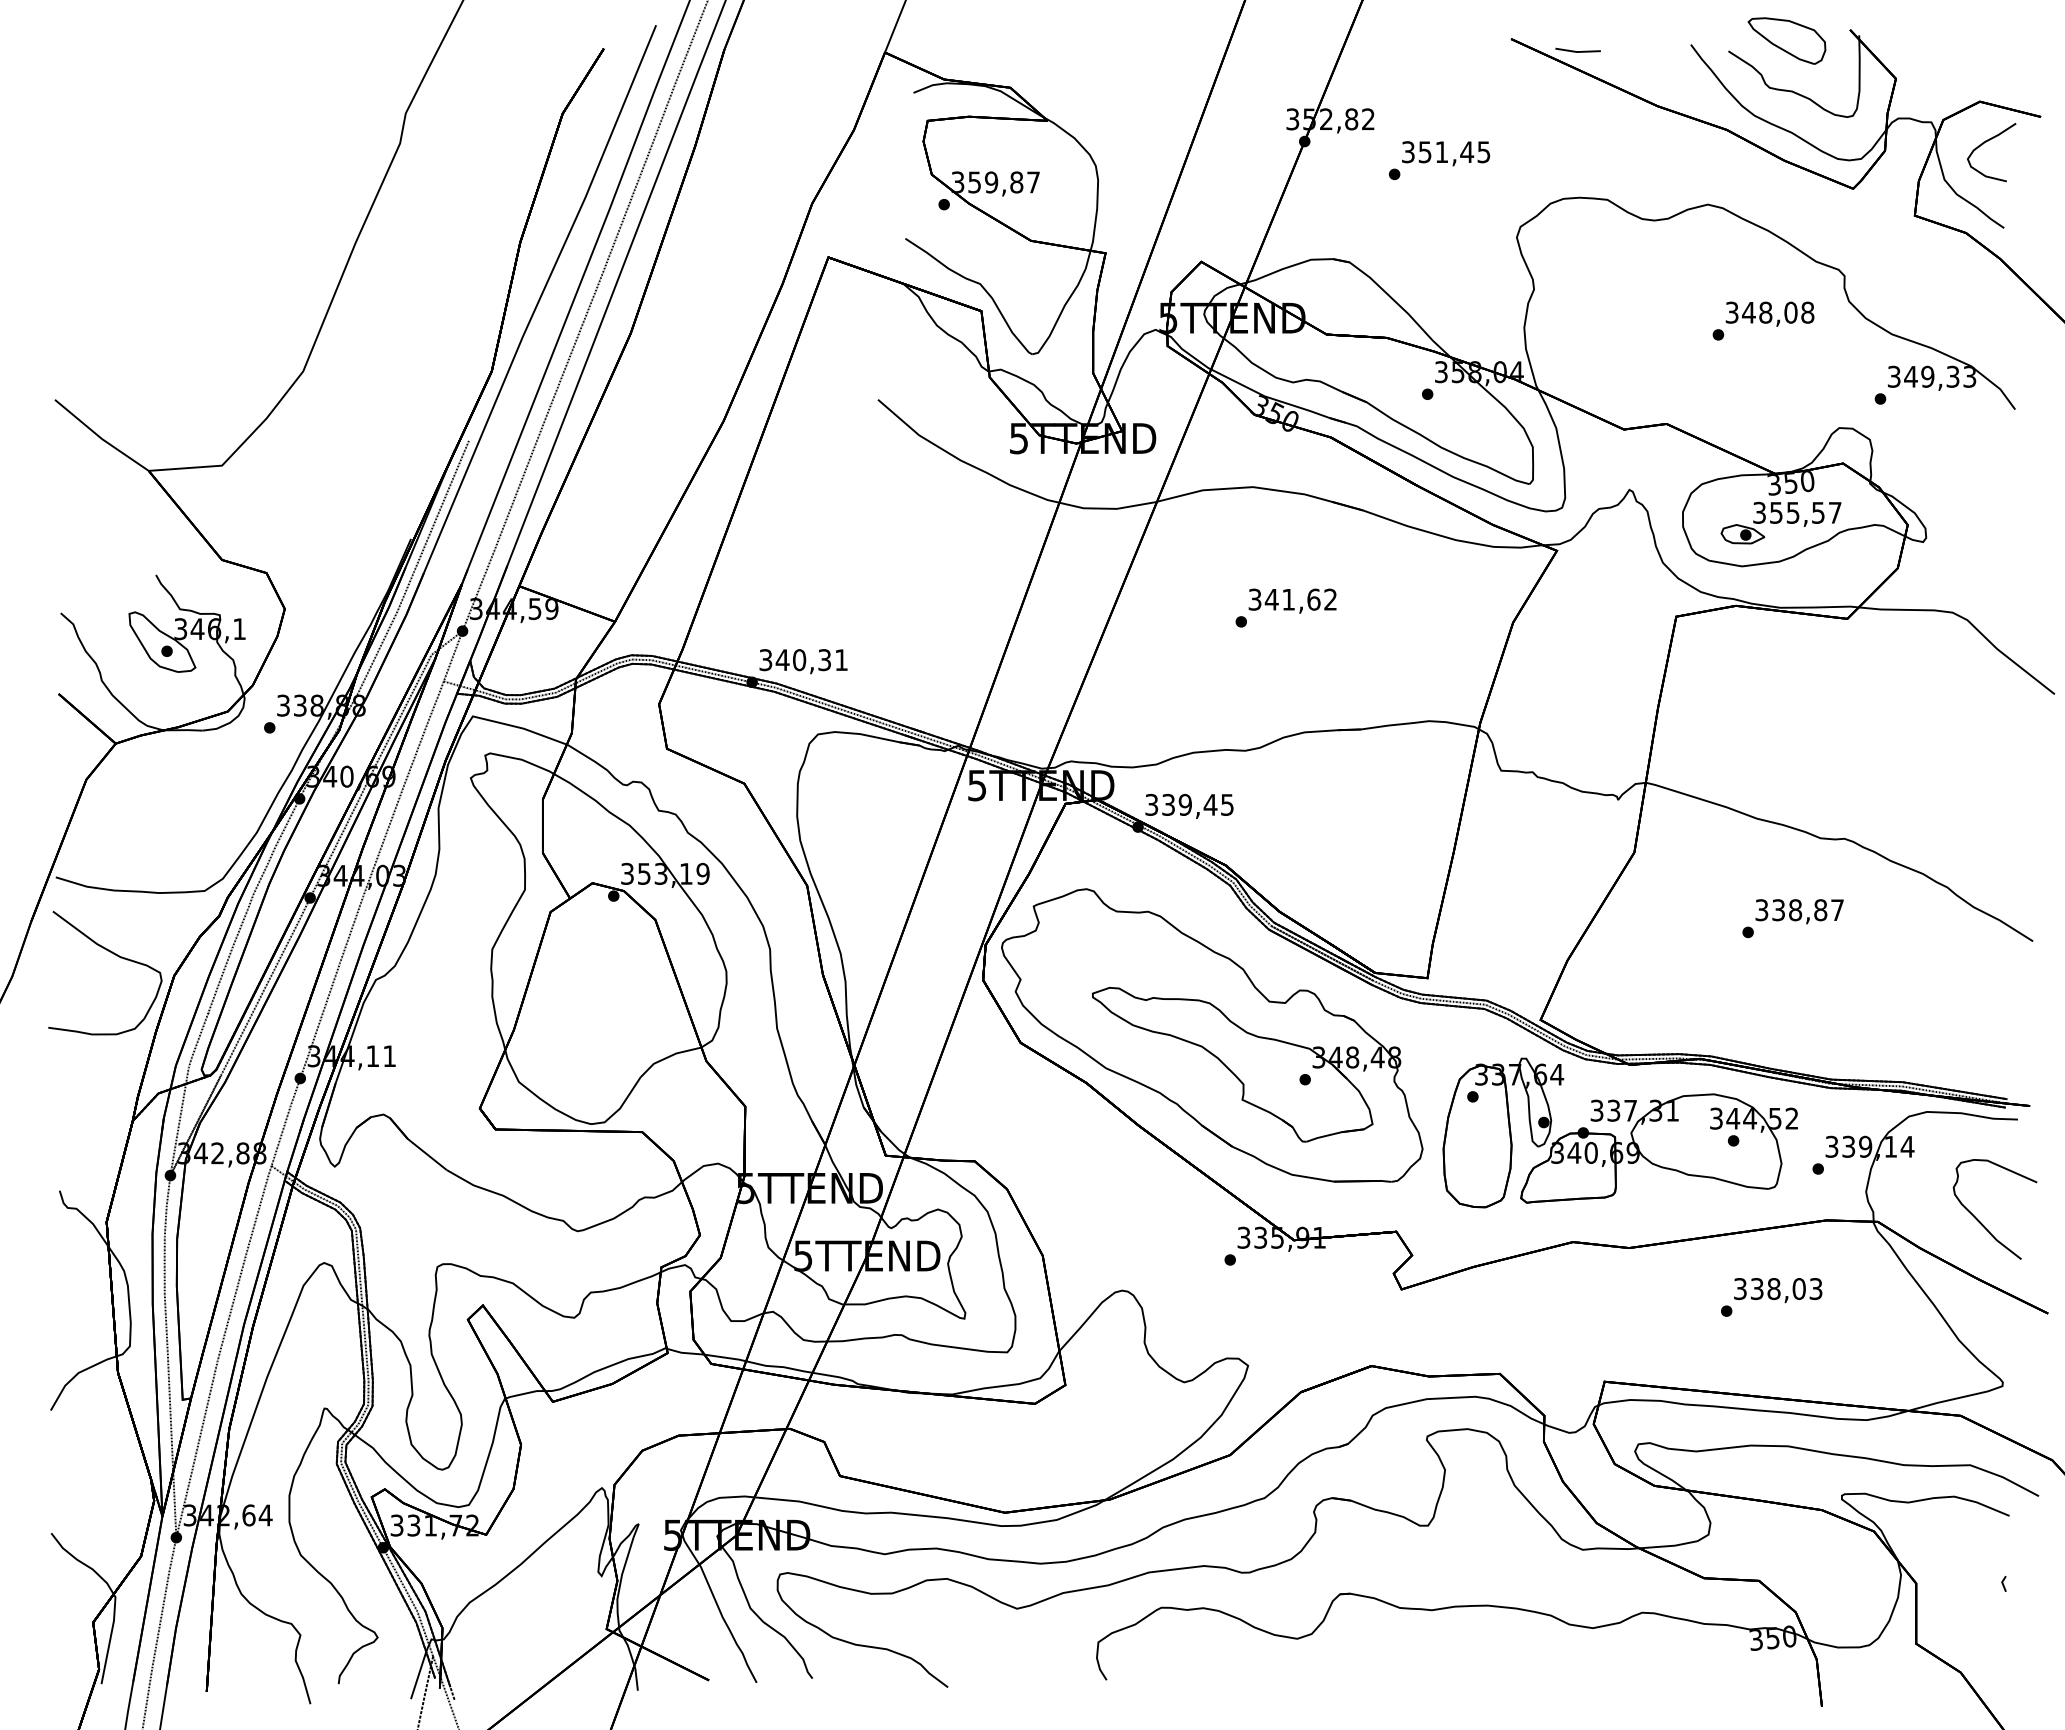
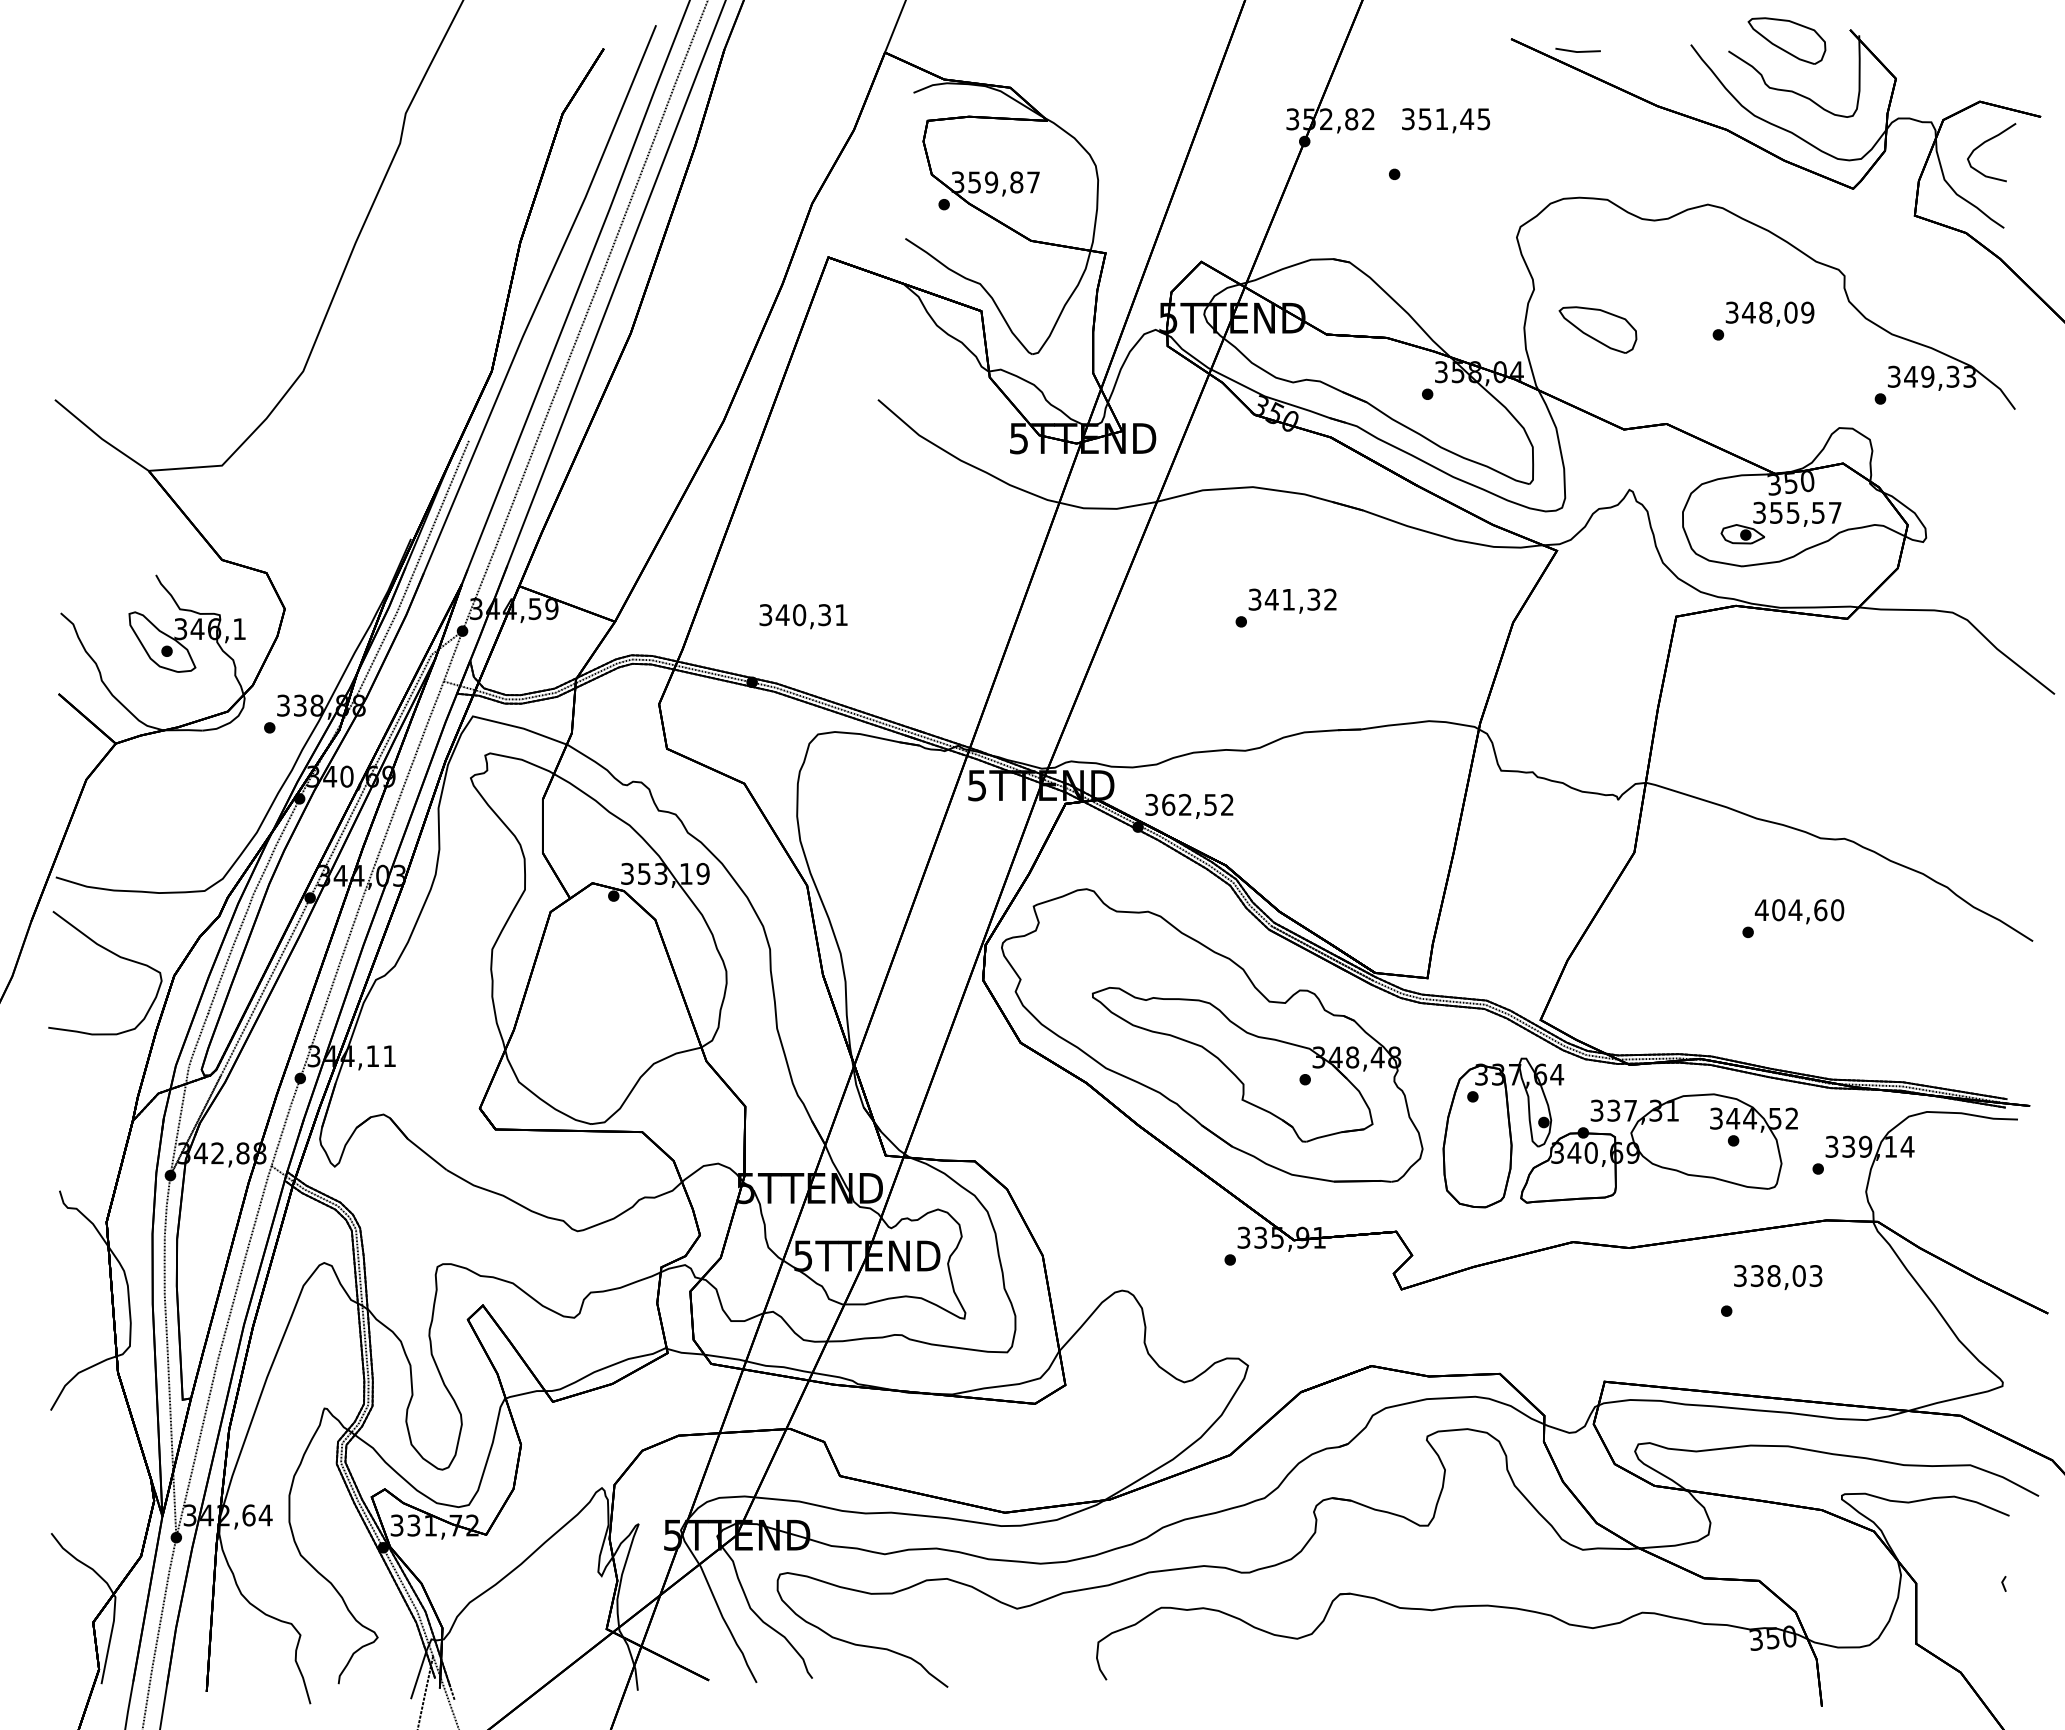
text at (1446, 153) position: (1446, 153) -> (1446, 120)
text at (1807, 312): 348,08 -> 348,09
part at (1597, 329): none -> present
text at (1313, 599): 341,62 -> 341,32
text at (803, 661) position: (803, 661) -> (803, 616)
text at (1197, 804): 339,45 -> 362,52
text at (1799, 910): 338,87 -> 404,60
curve at (1981, 1222): present -> none
text at (1778, 1290) position: (1778, 1290) -> (1778, 1277)
